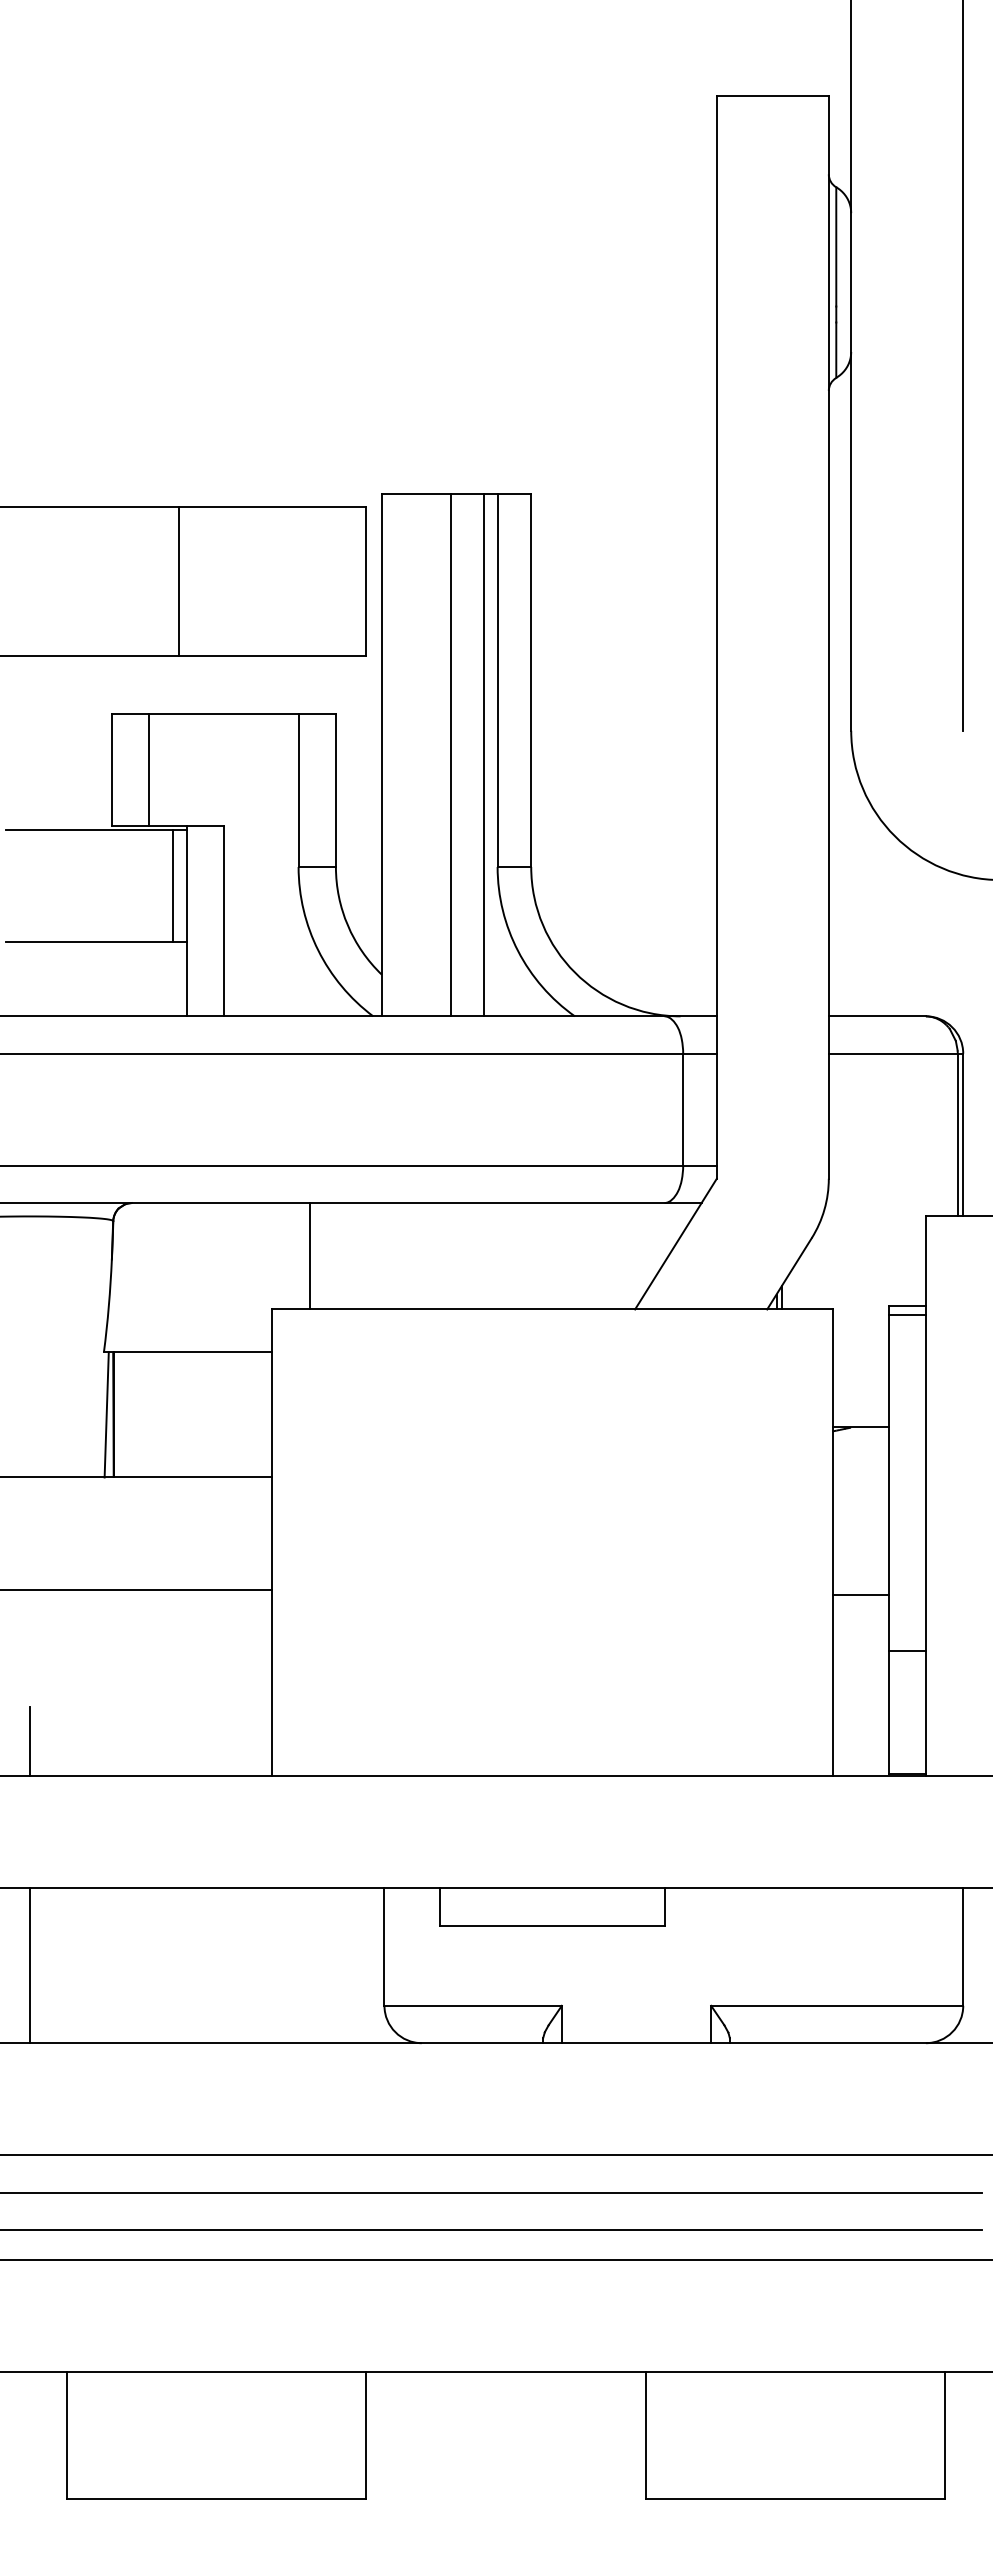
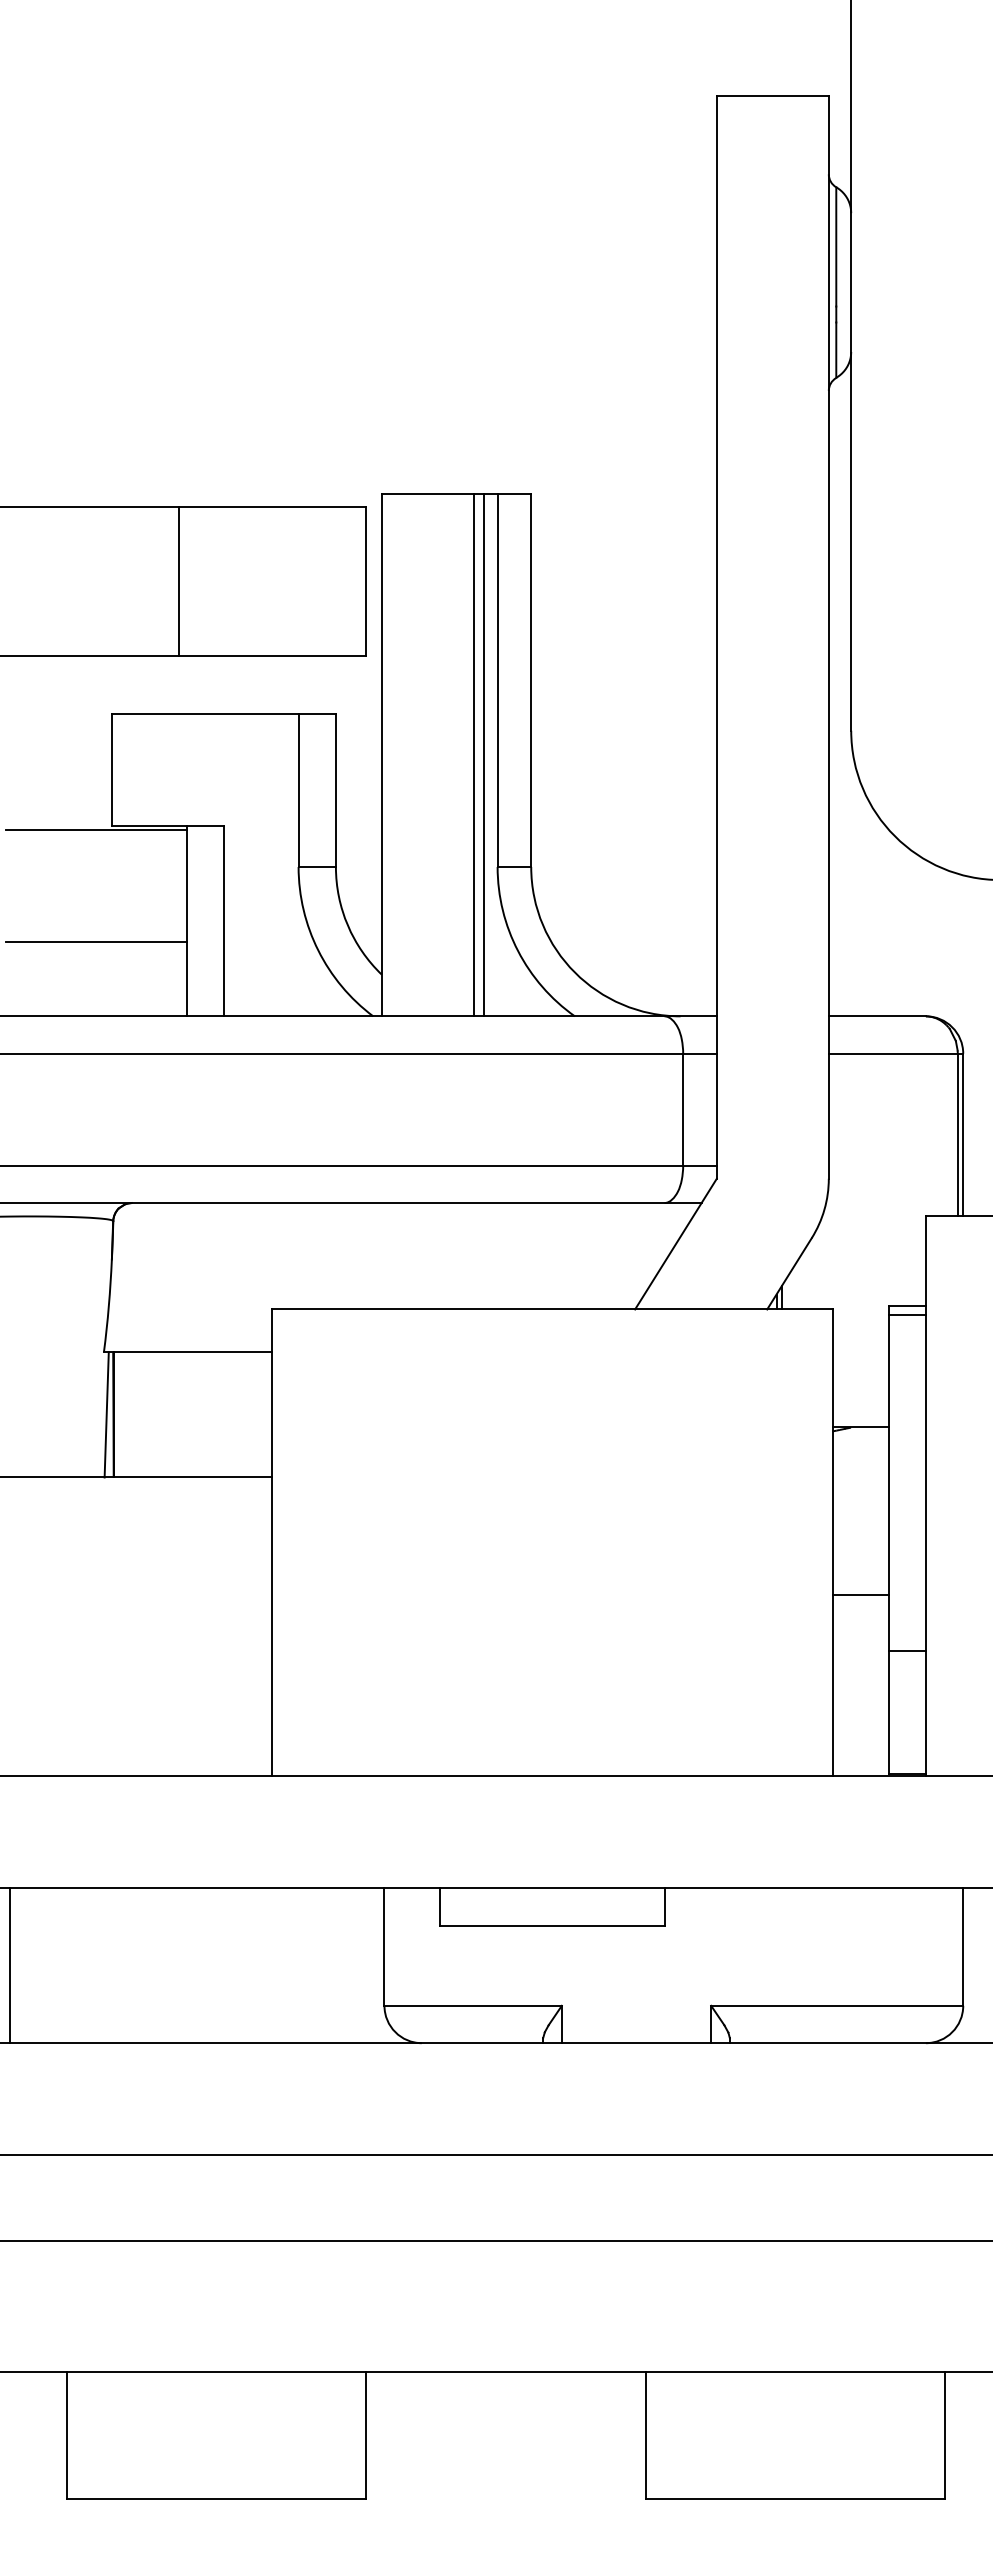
line at (963, 366): present -> none
line at (451, 754) position: (451, 754) -> (474, 754)
line at (149, 769): present -> none
line at (172, 885): present -> none
line at (309, 1256): present -> none
line at (137, 1589): present -> none
line at (29, 1741): present -> none
line at (29, 1965) position: (29, 1965) -> (9, 1965)
line at (491, 2192): present -> none
line at (491, 2229): present -> none
line at (495, 2259) position: (495, 2259) -> (495, 2240)
